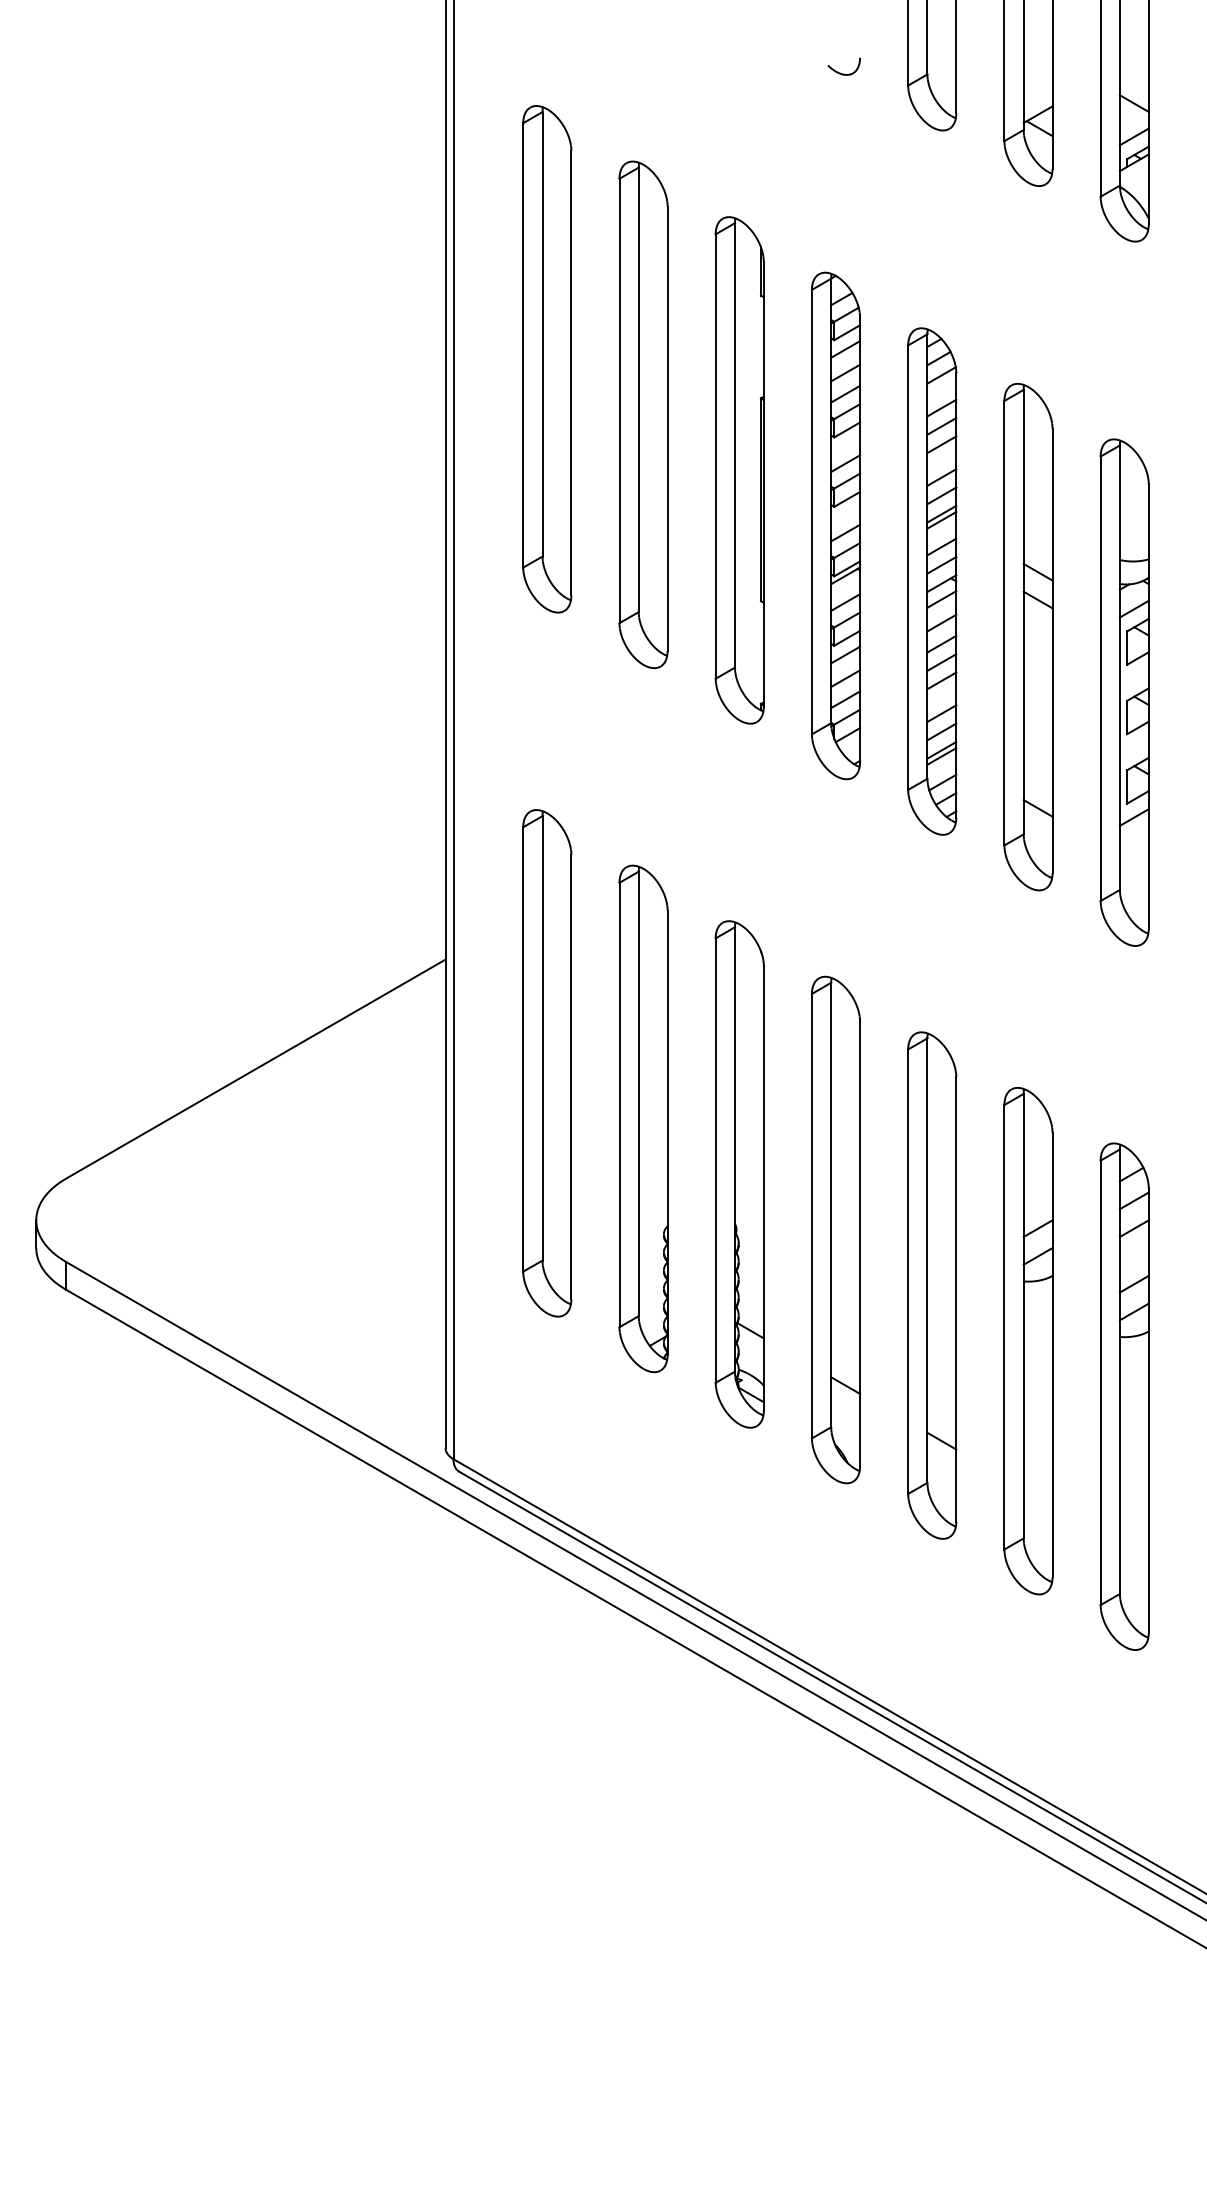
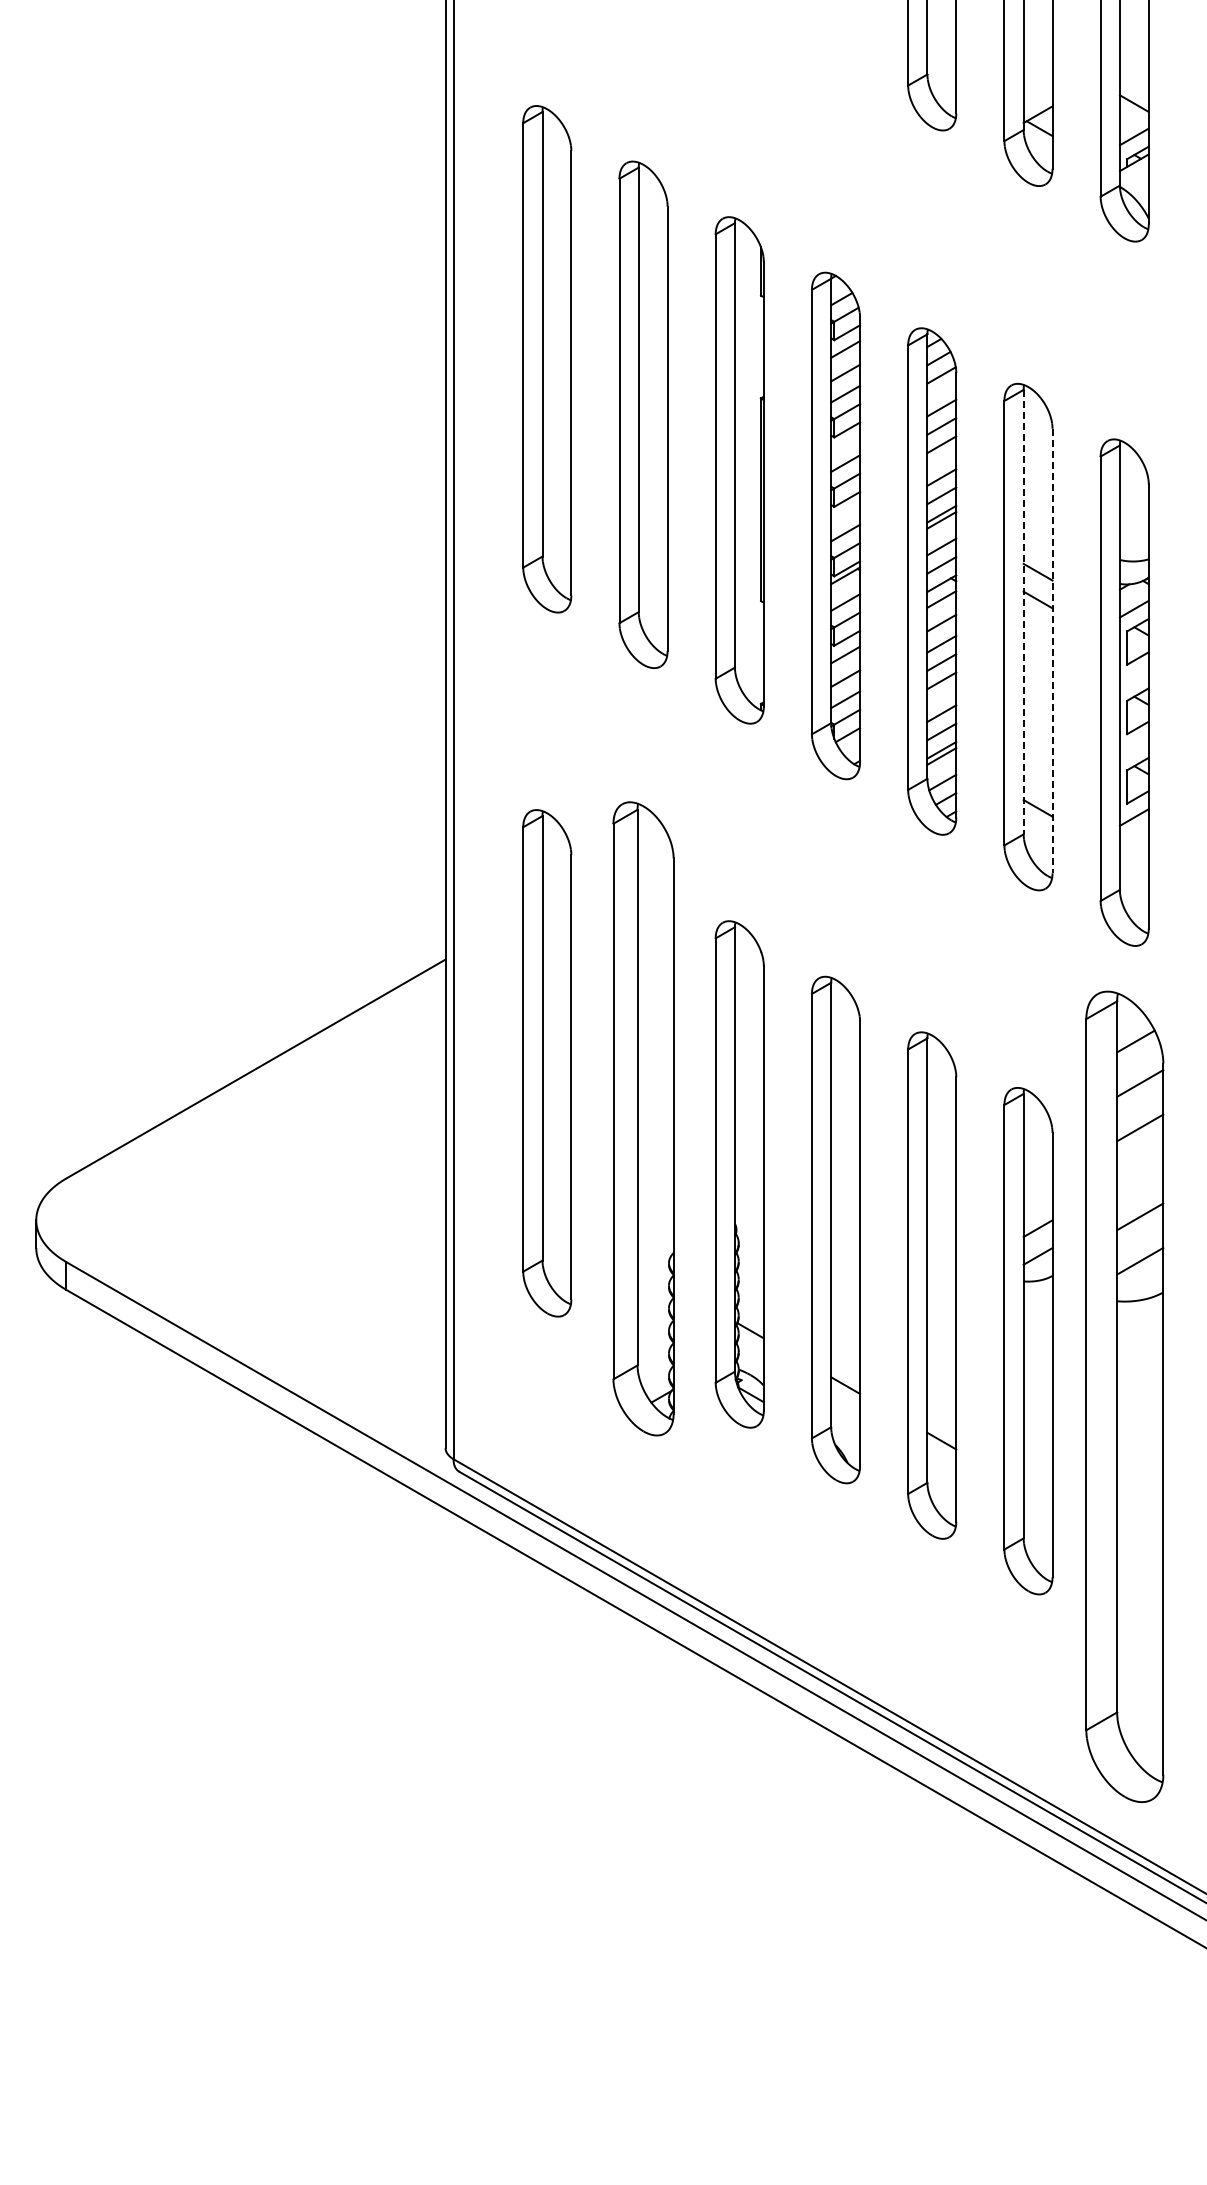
part at (840, 72): present -> none
line at (1023, 612): solid -> dashed
line at (1052, 651): solid -> dashed
part at (643, 1118) size: 51x510 px -> 63x636 px
part at (1124, 1396) size: 51x509 px -> 80x813 px
